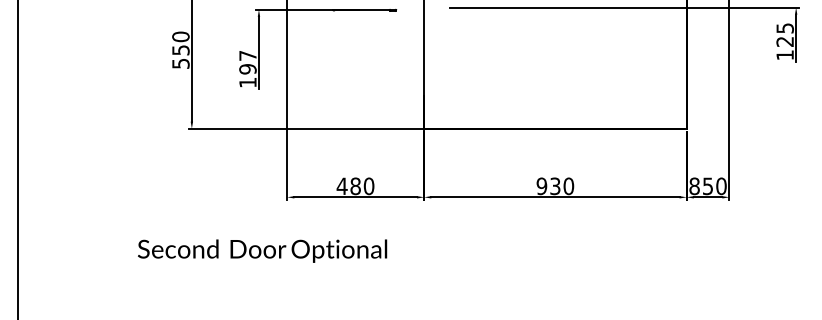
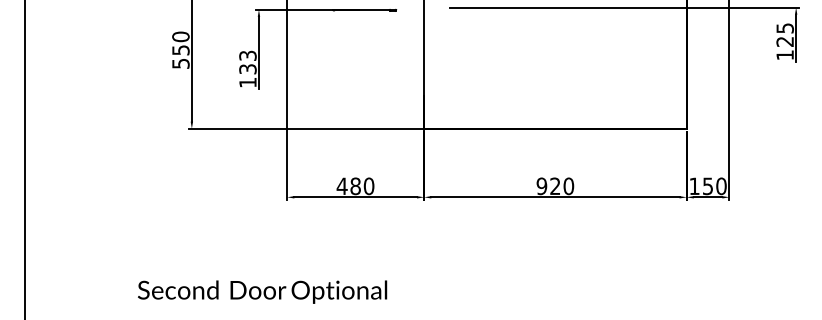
text at (247, 62): 197 -> 133
line at (17, 159) position: (17, 159) -> (24, 159)
text at (555, 186): 930 -> 920
text at (694, 186): 850 -> 150
text at (262, 250) position: (262, 250) -> (262, 291)
